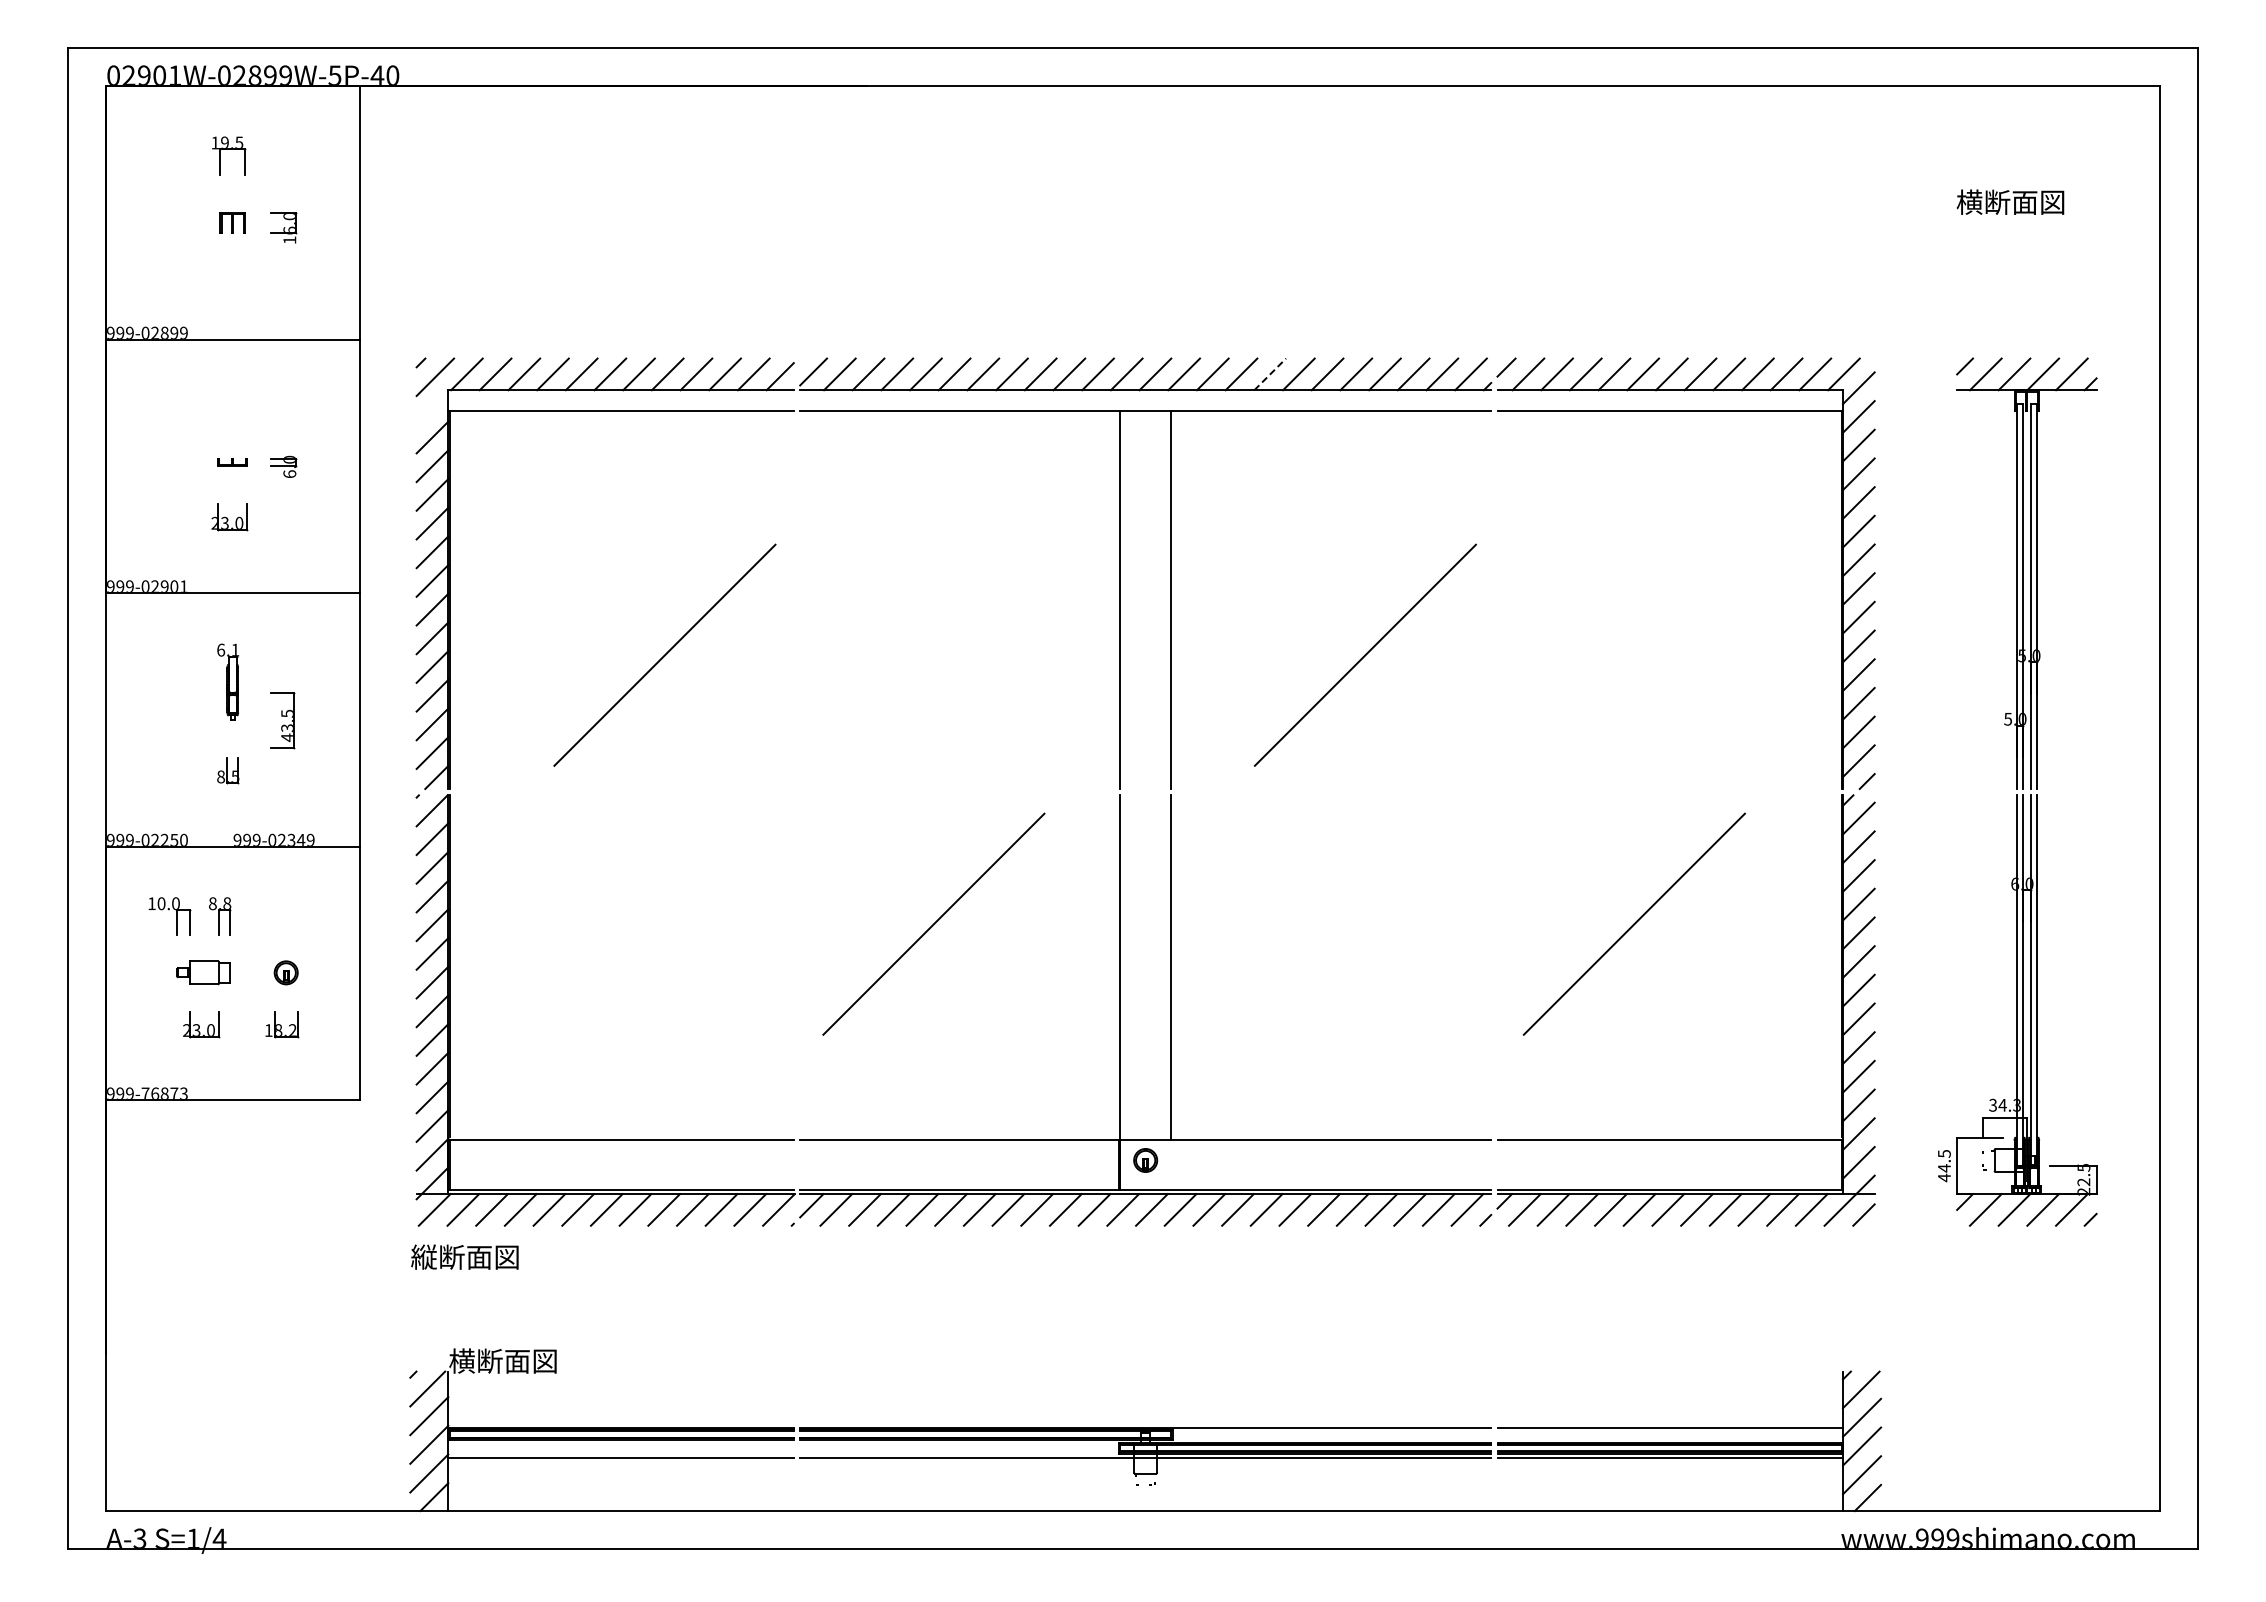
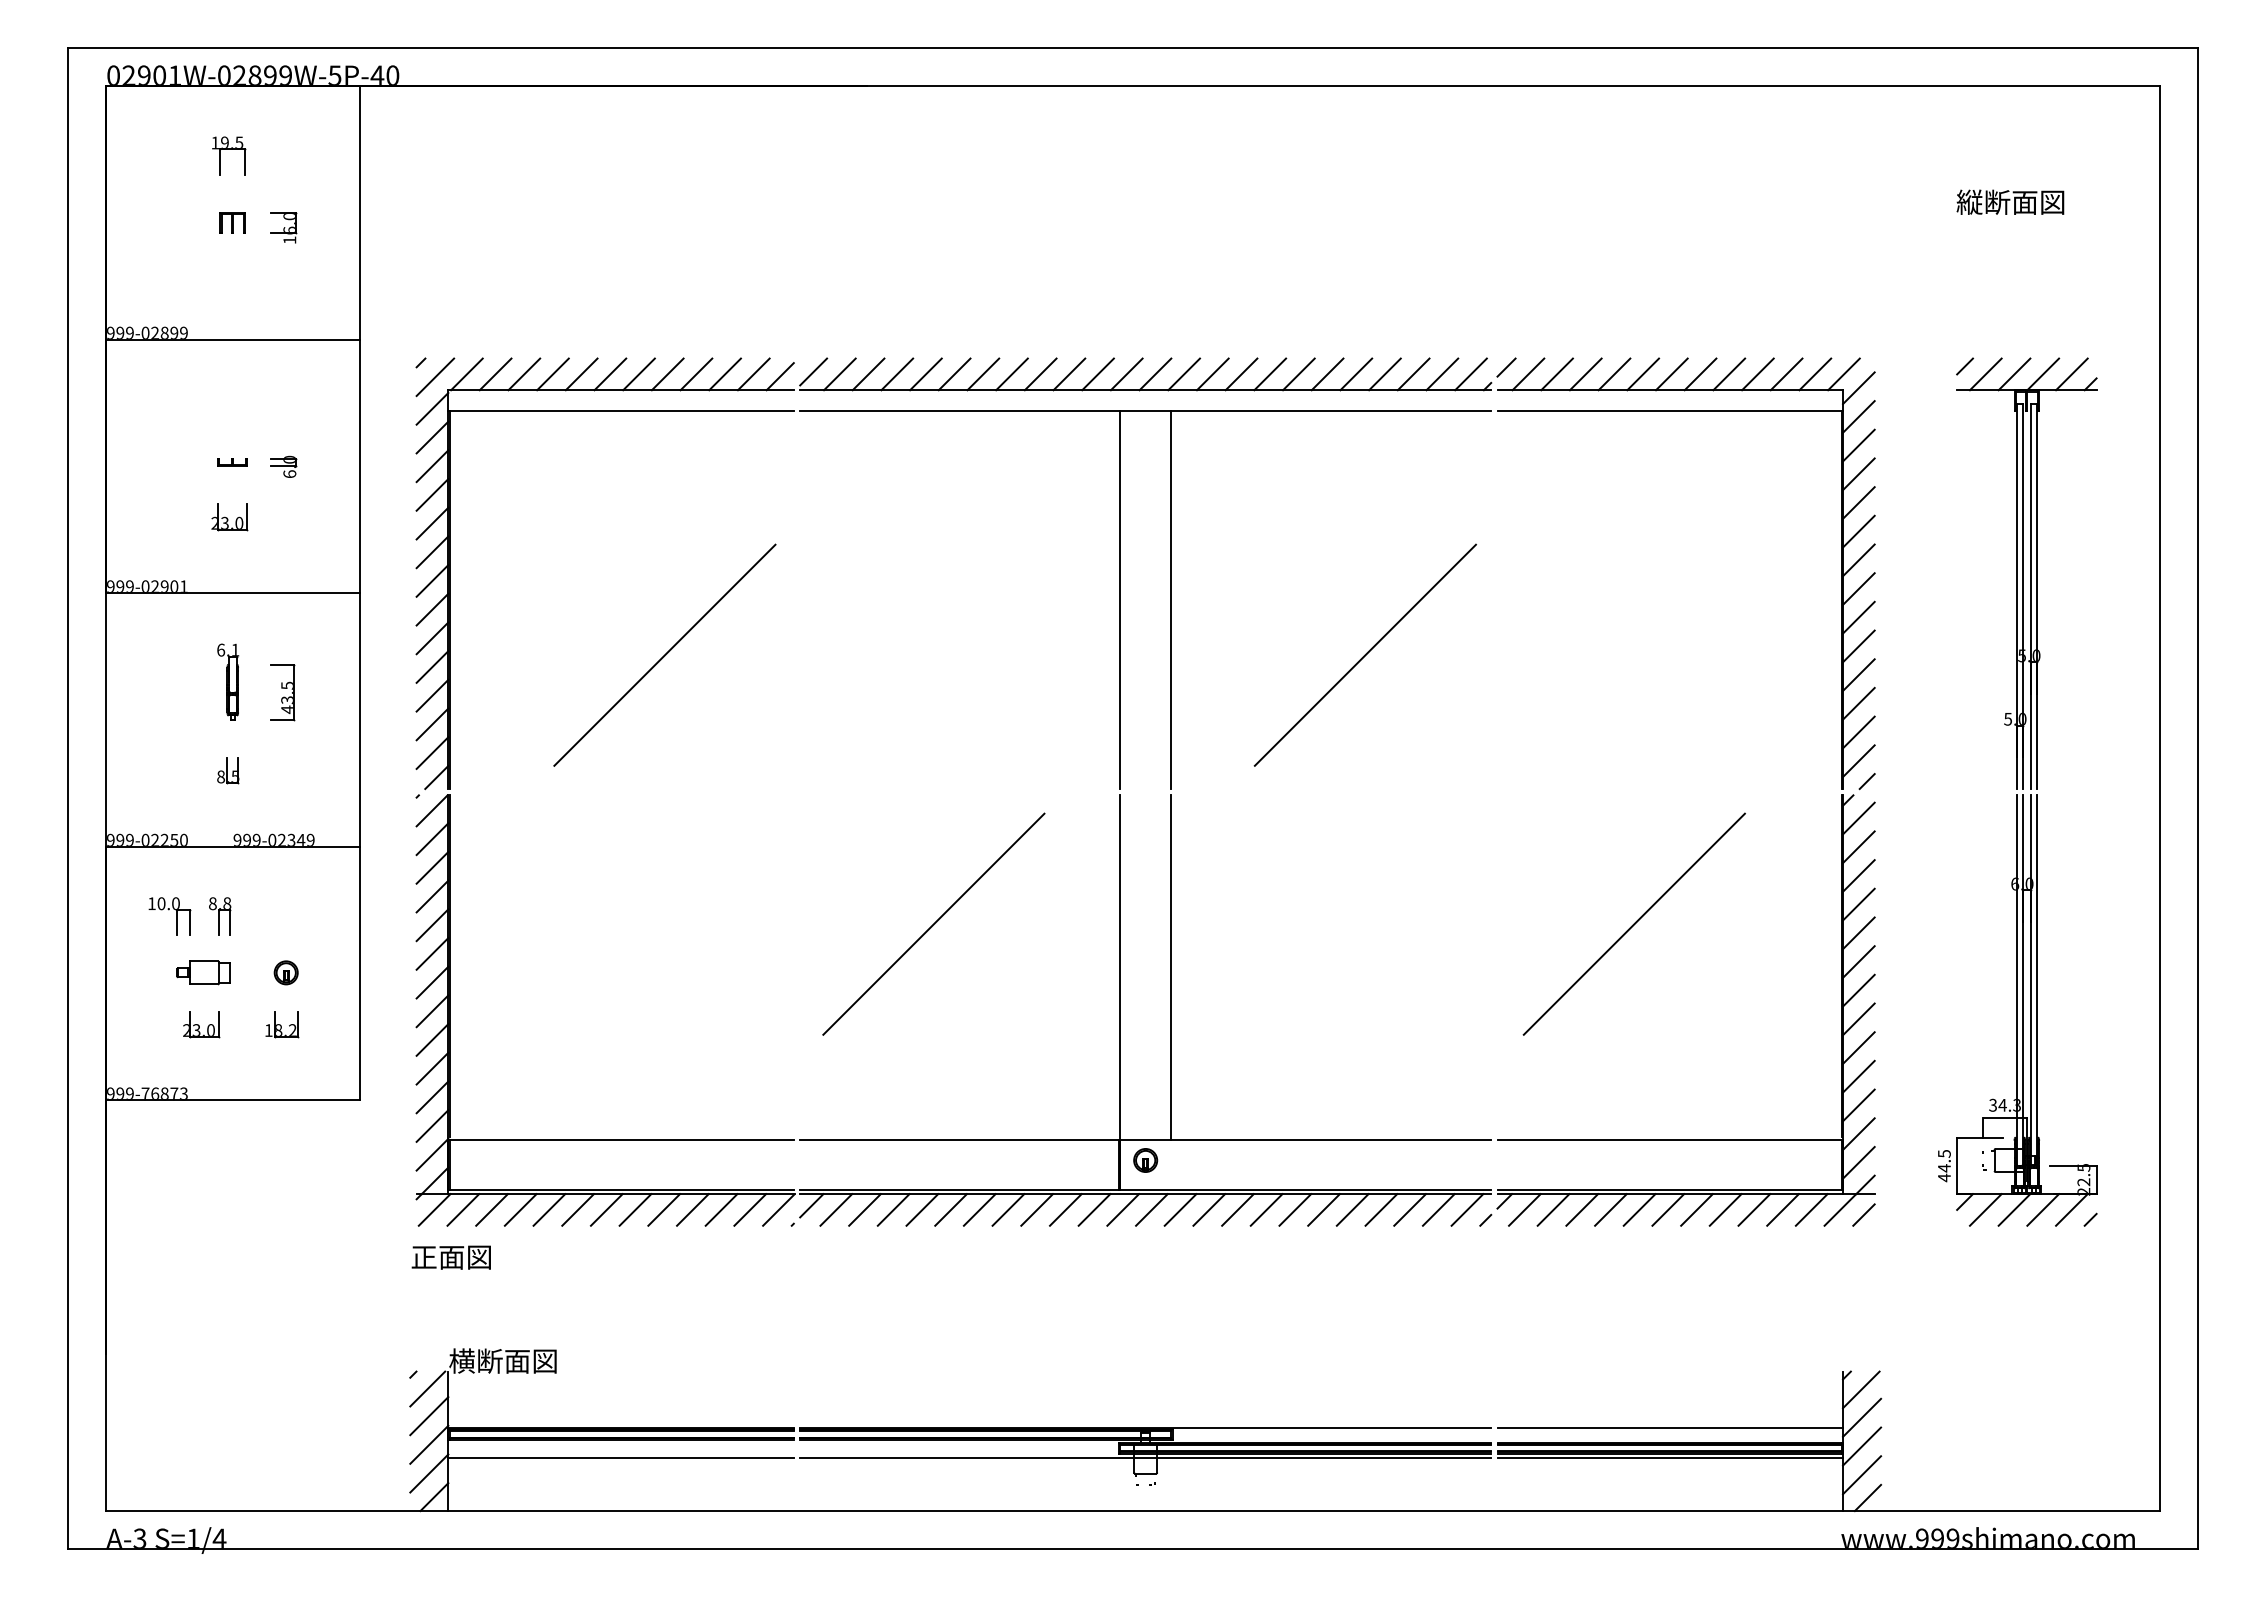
text at (1969, 201): 横断面図 -> 縦断面図
line at (1270, 374): dashed -> solid
line at (432, 408): none -> present
part at (282, 720) position: (282, 720) -> (282, 692)
text at (464, 1256): 縦断面図 -> 正面図
